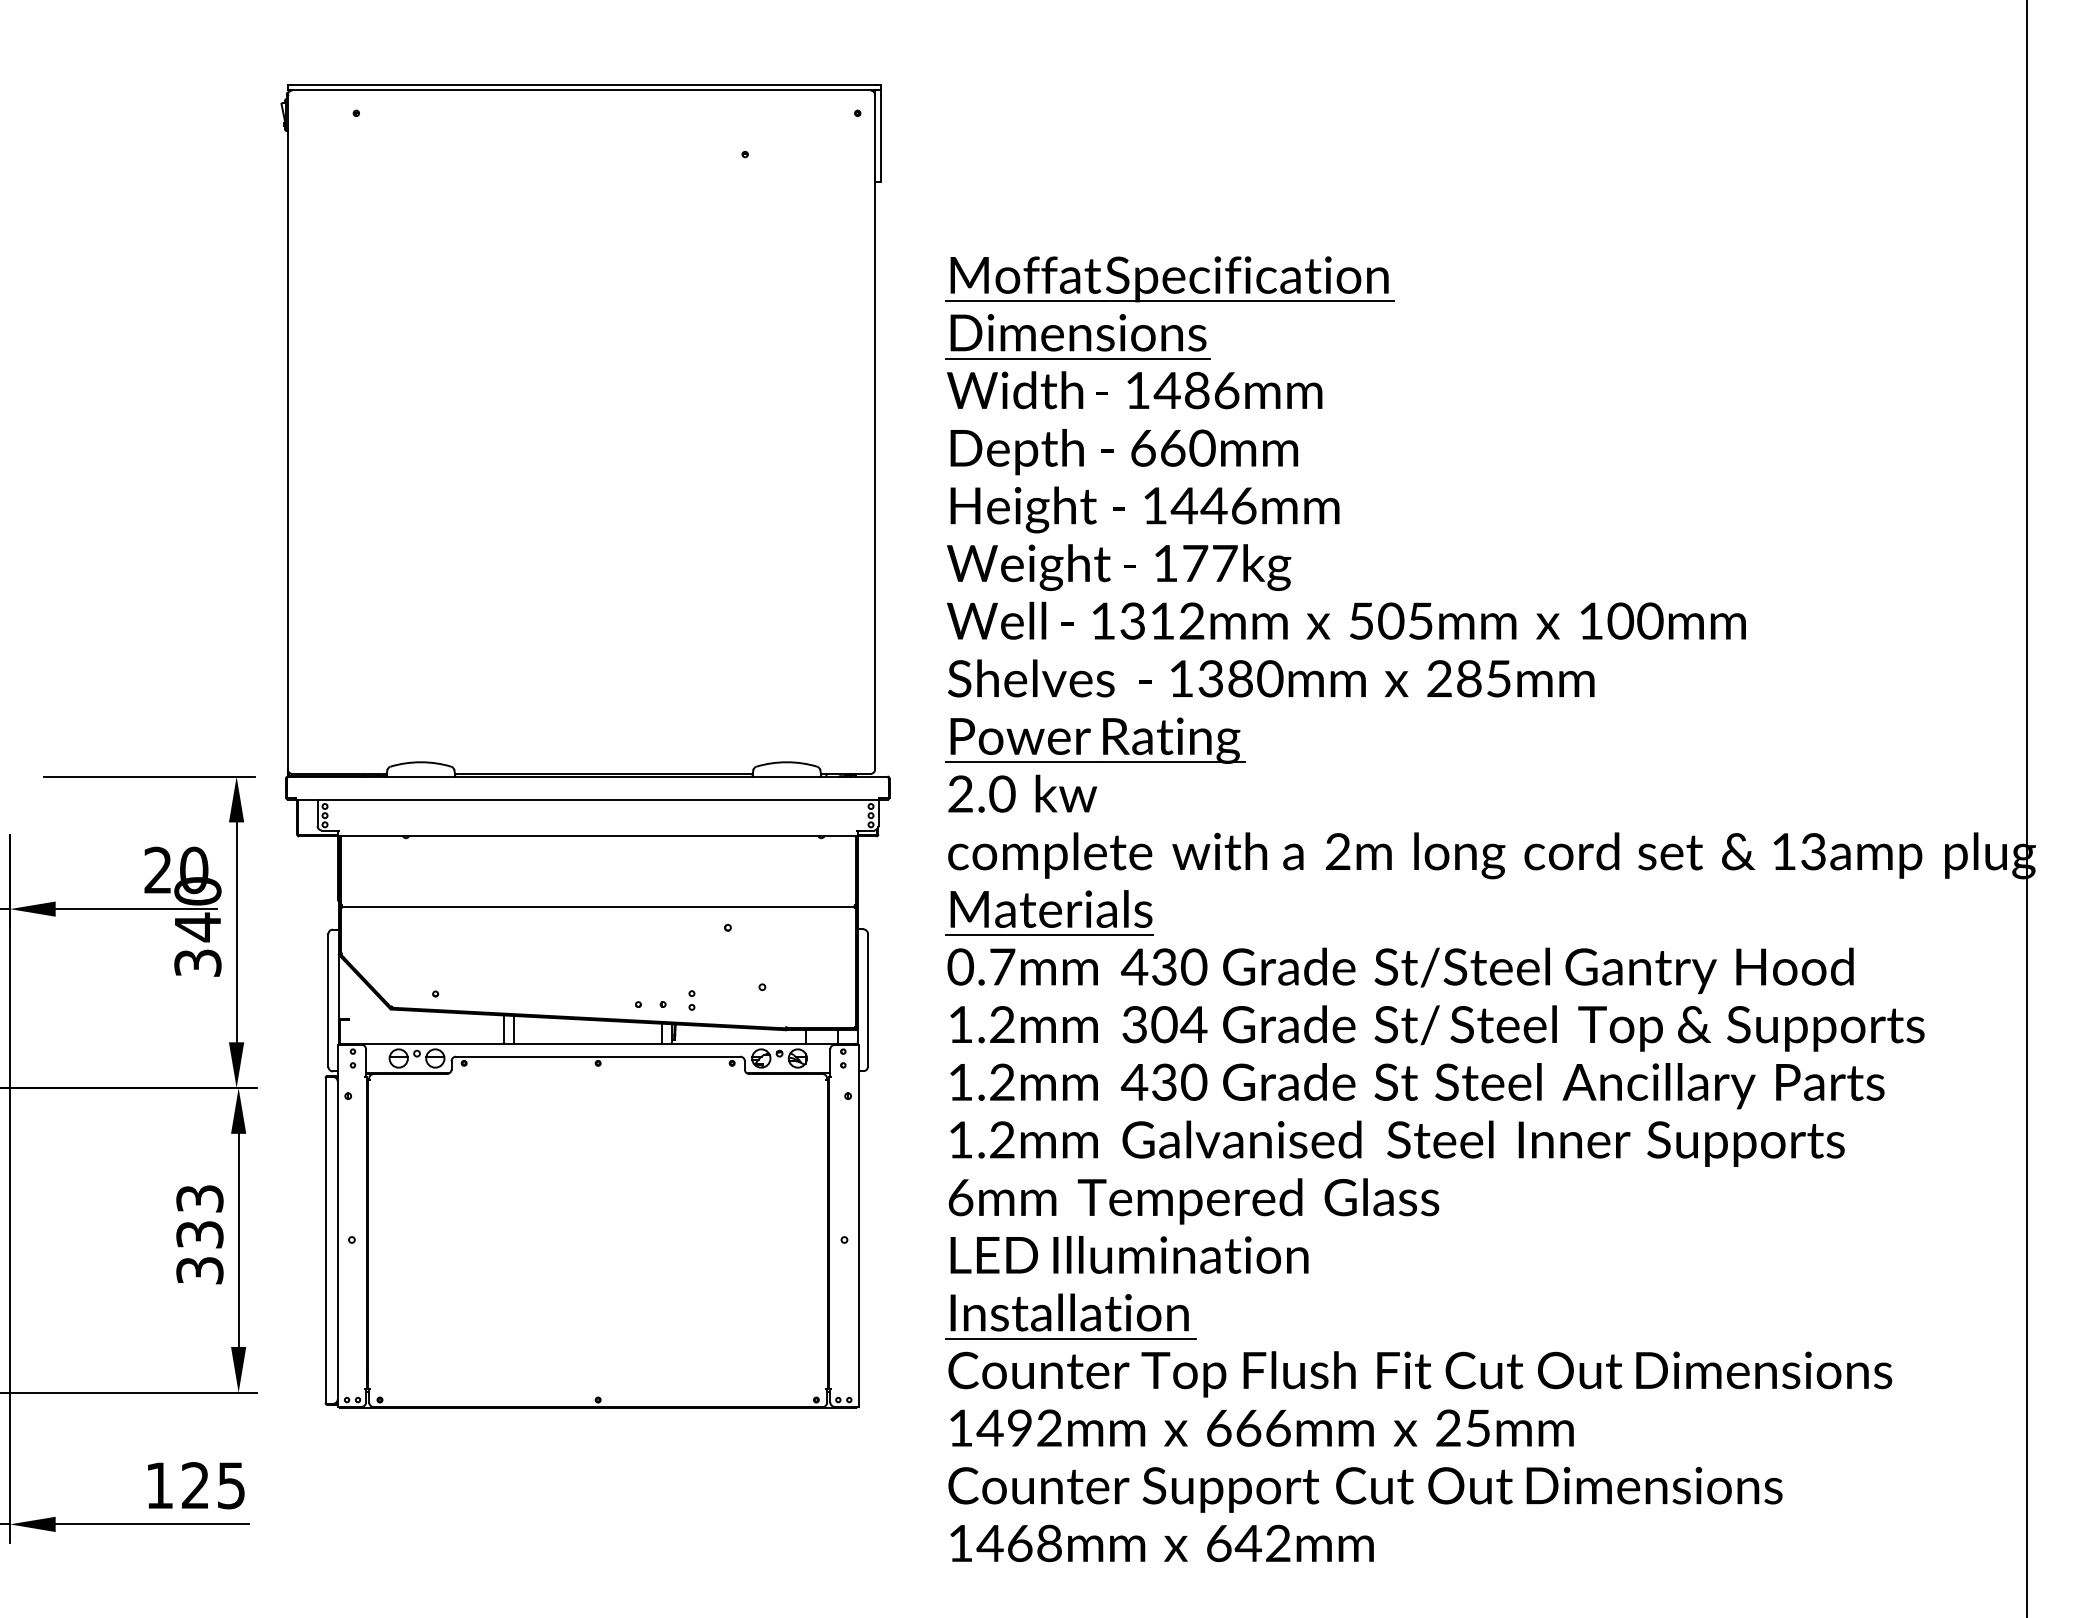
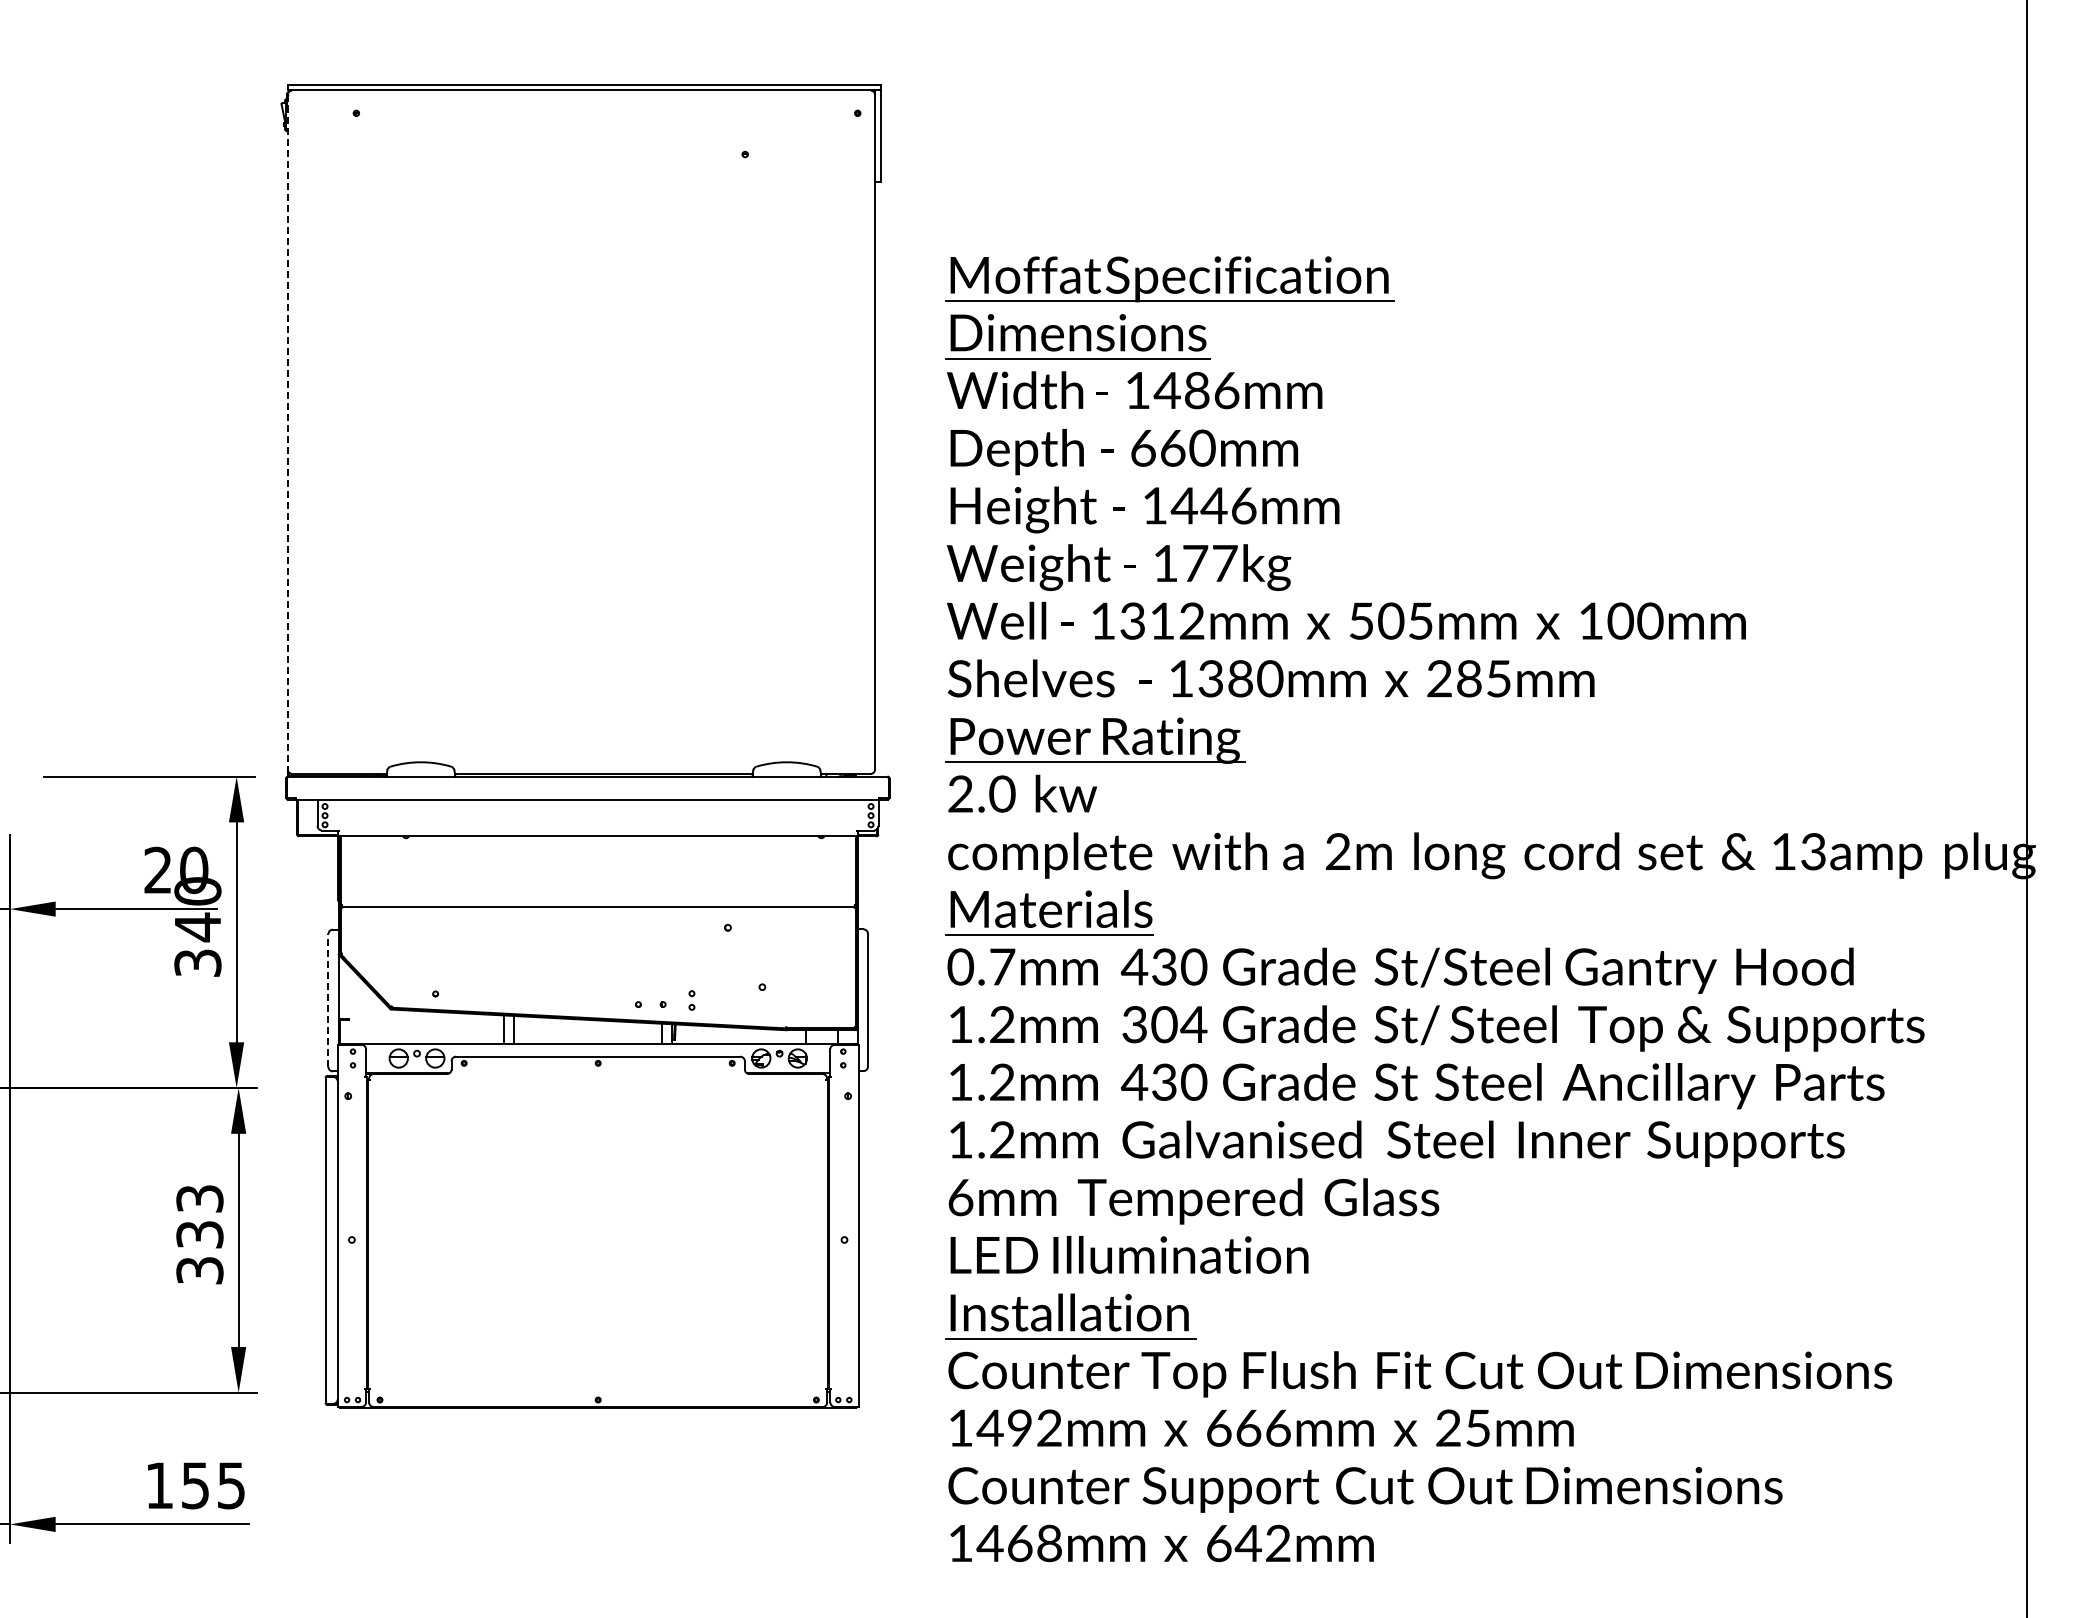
line at (287, 432): solid -> dashed
line at (328, 1000): solid -> dashed
text at (195, 1485): 125 -> 155
